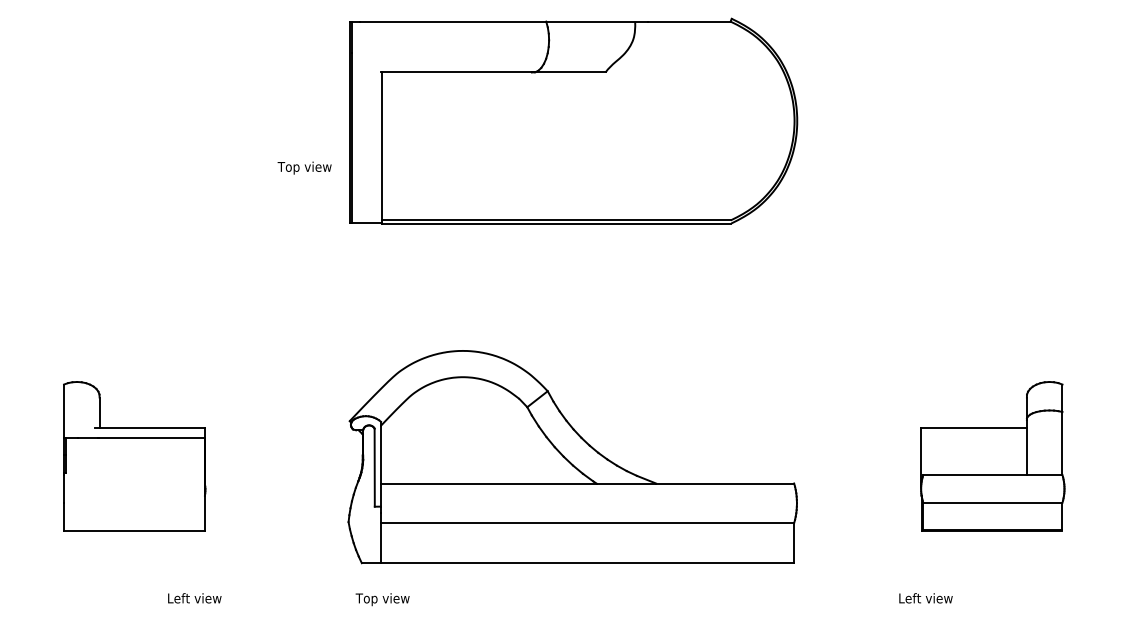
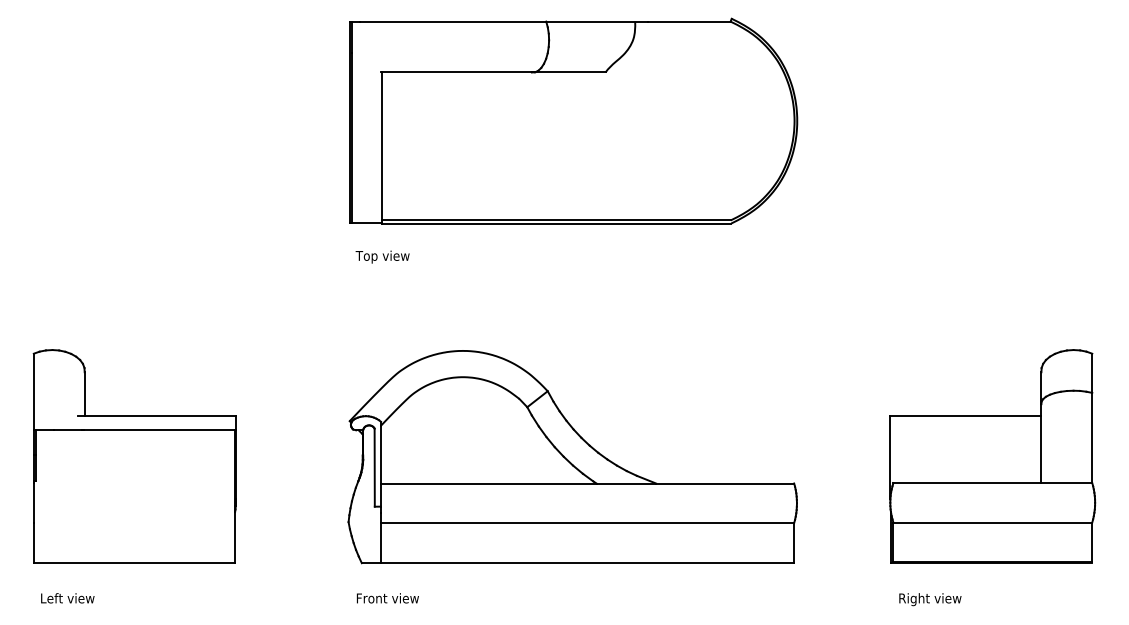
text at (304, 167) position: (304, 167) -> (382, 256)
part at (134, 456) size: 144x151 px -> 205x215 px
part at (992, 456) size: 146x151 px -> 208x215 px
text at (194, 598) position: (194, 598) -> (67, 598)
text at (386, 599): Top view -> Front view
text at (930, 599): Left view -> Right view
